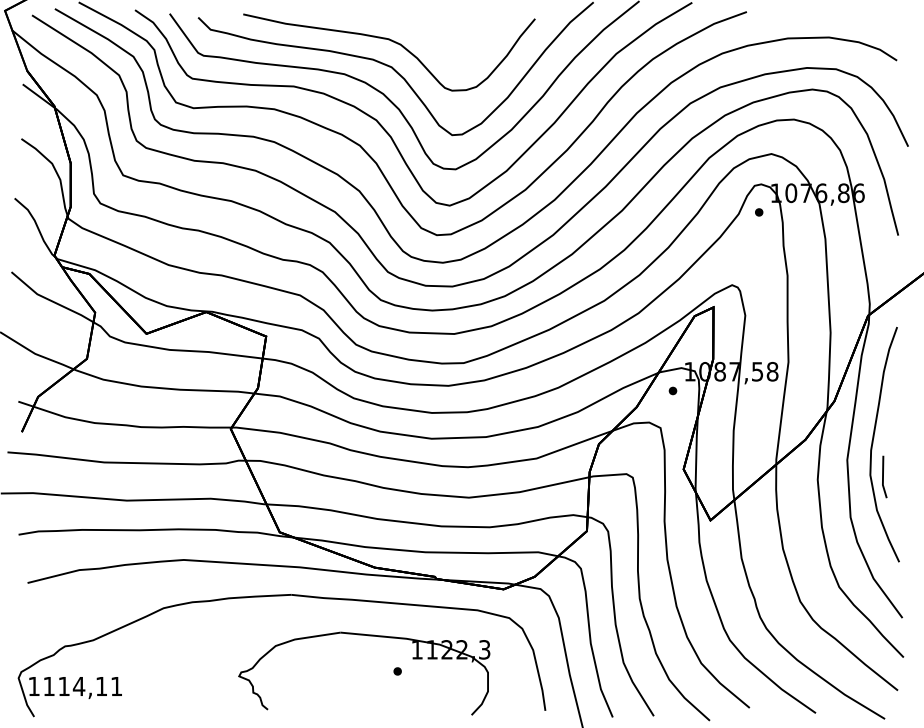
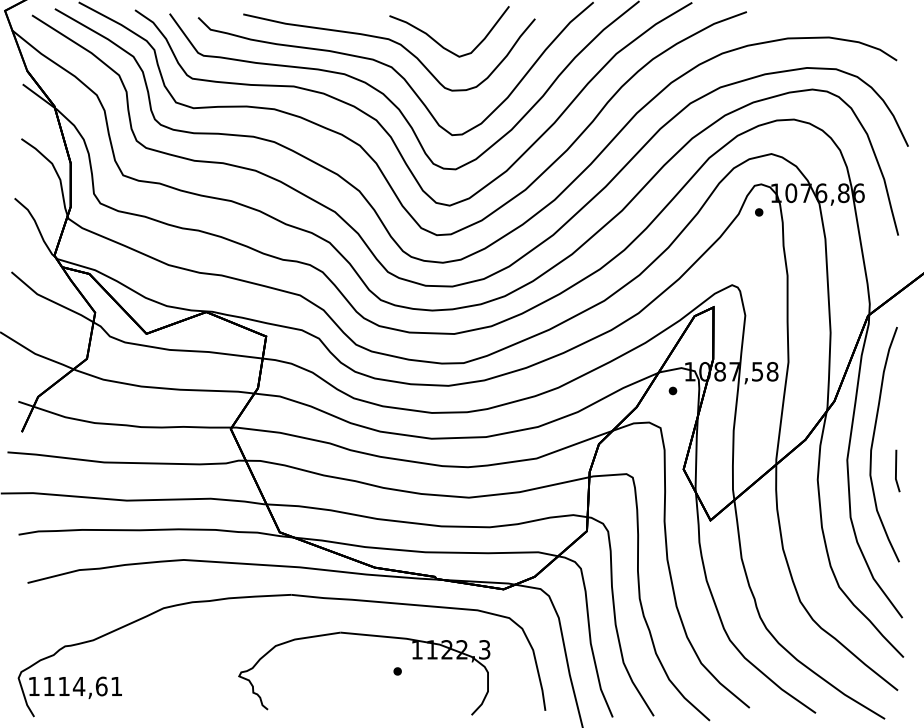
curve at (441, 44): none -> present
line at (883, 476) position: (883, 476) -> (896, 470)
text at (101, 686): 1114,11 -> 1114,61
